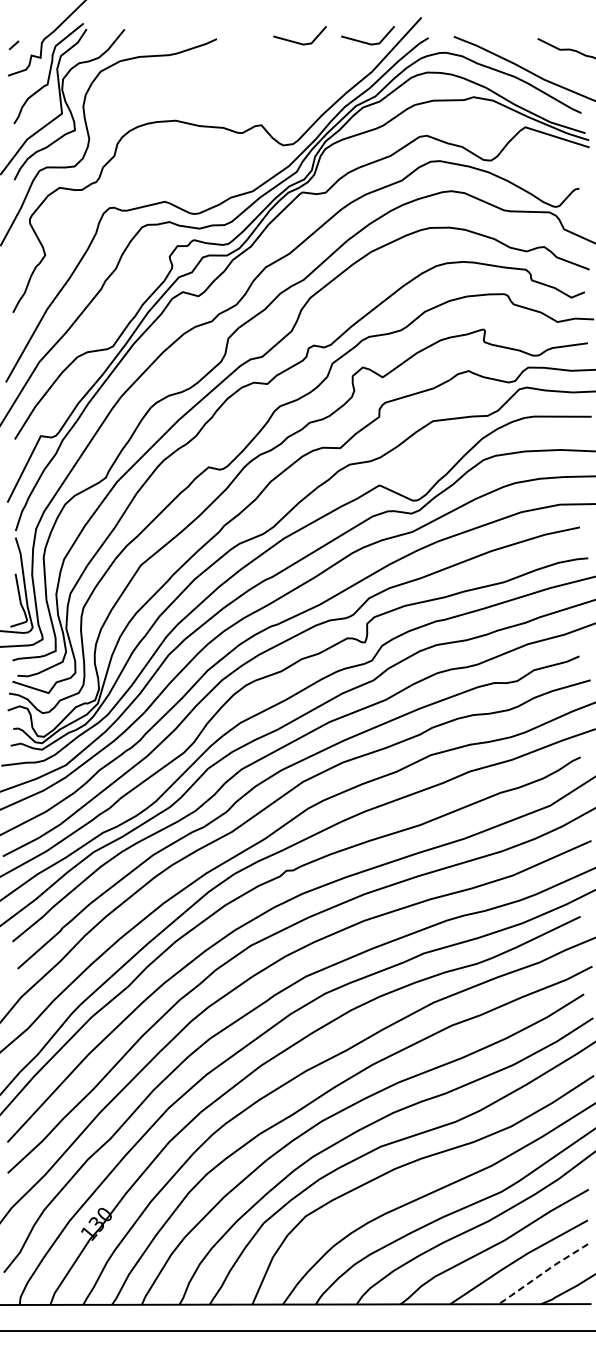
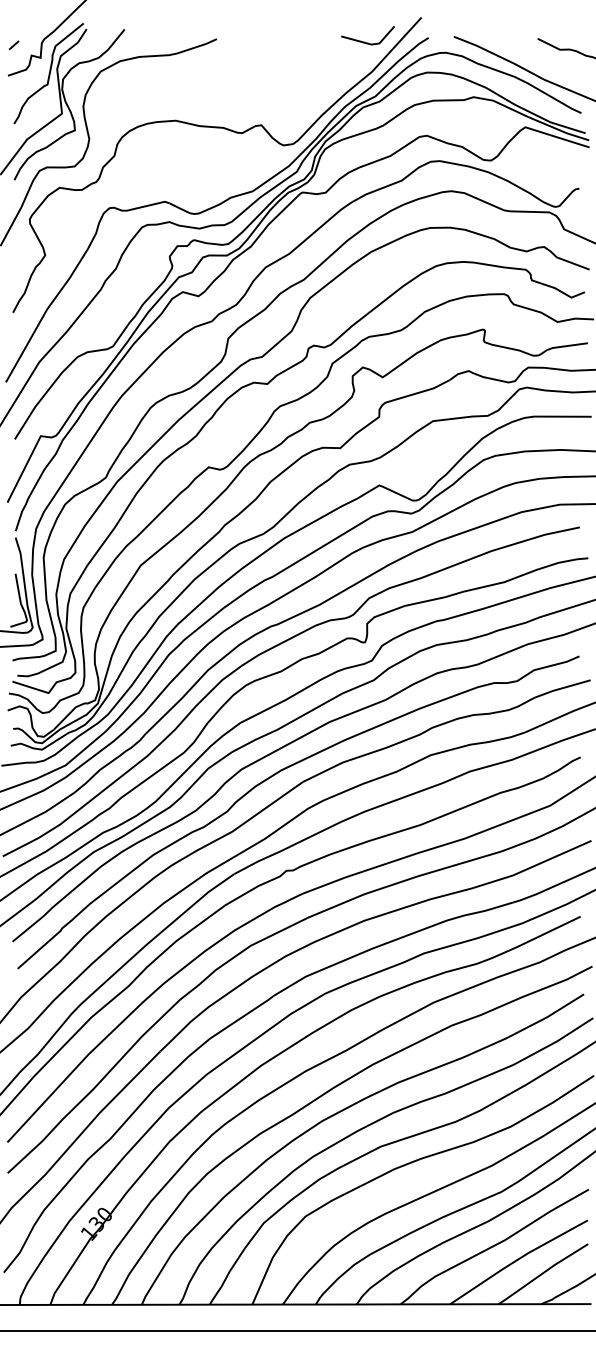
line at (296, 41): present -> none
line at (542, 1273): dashed -> solid
